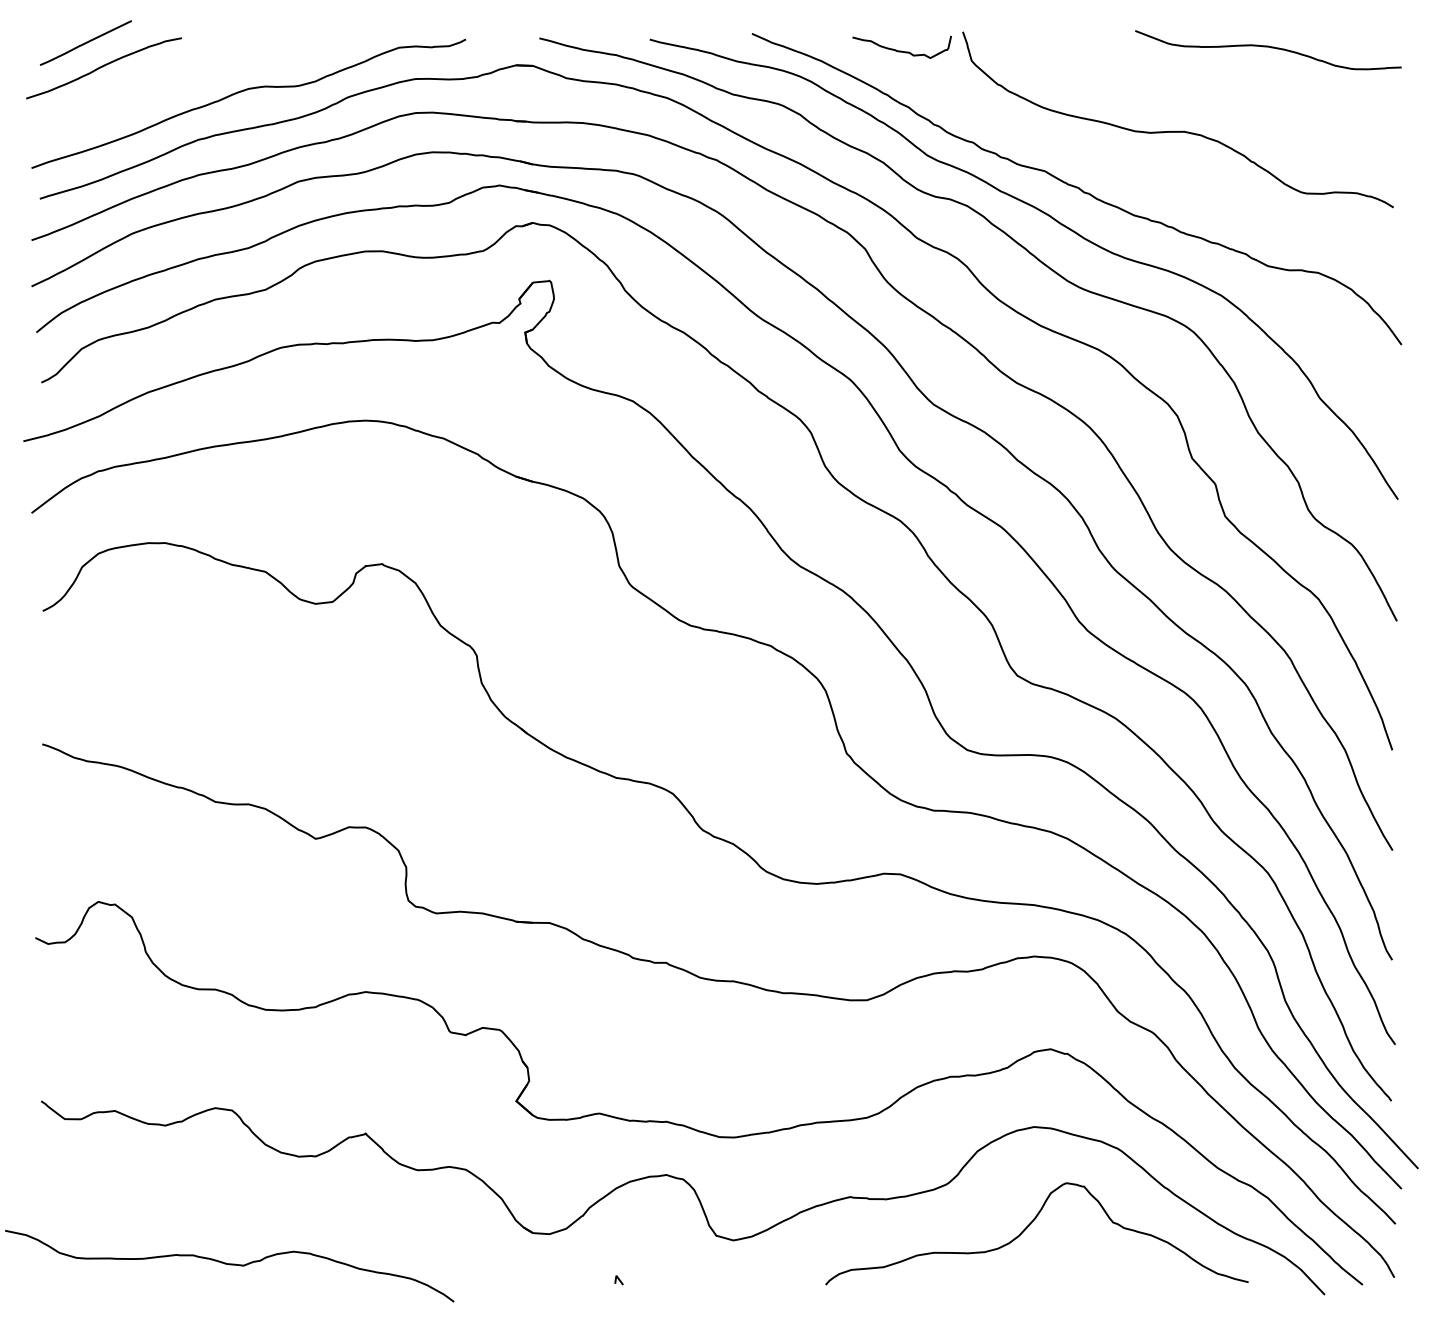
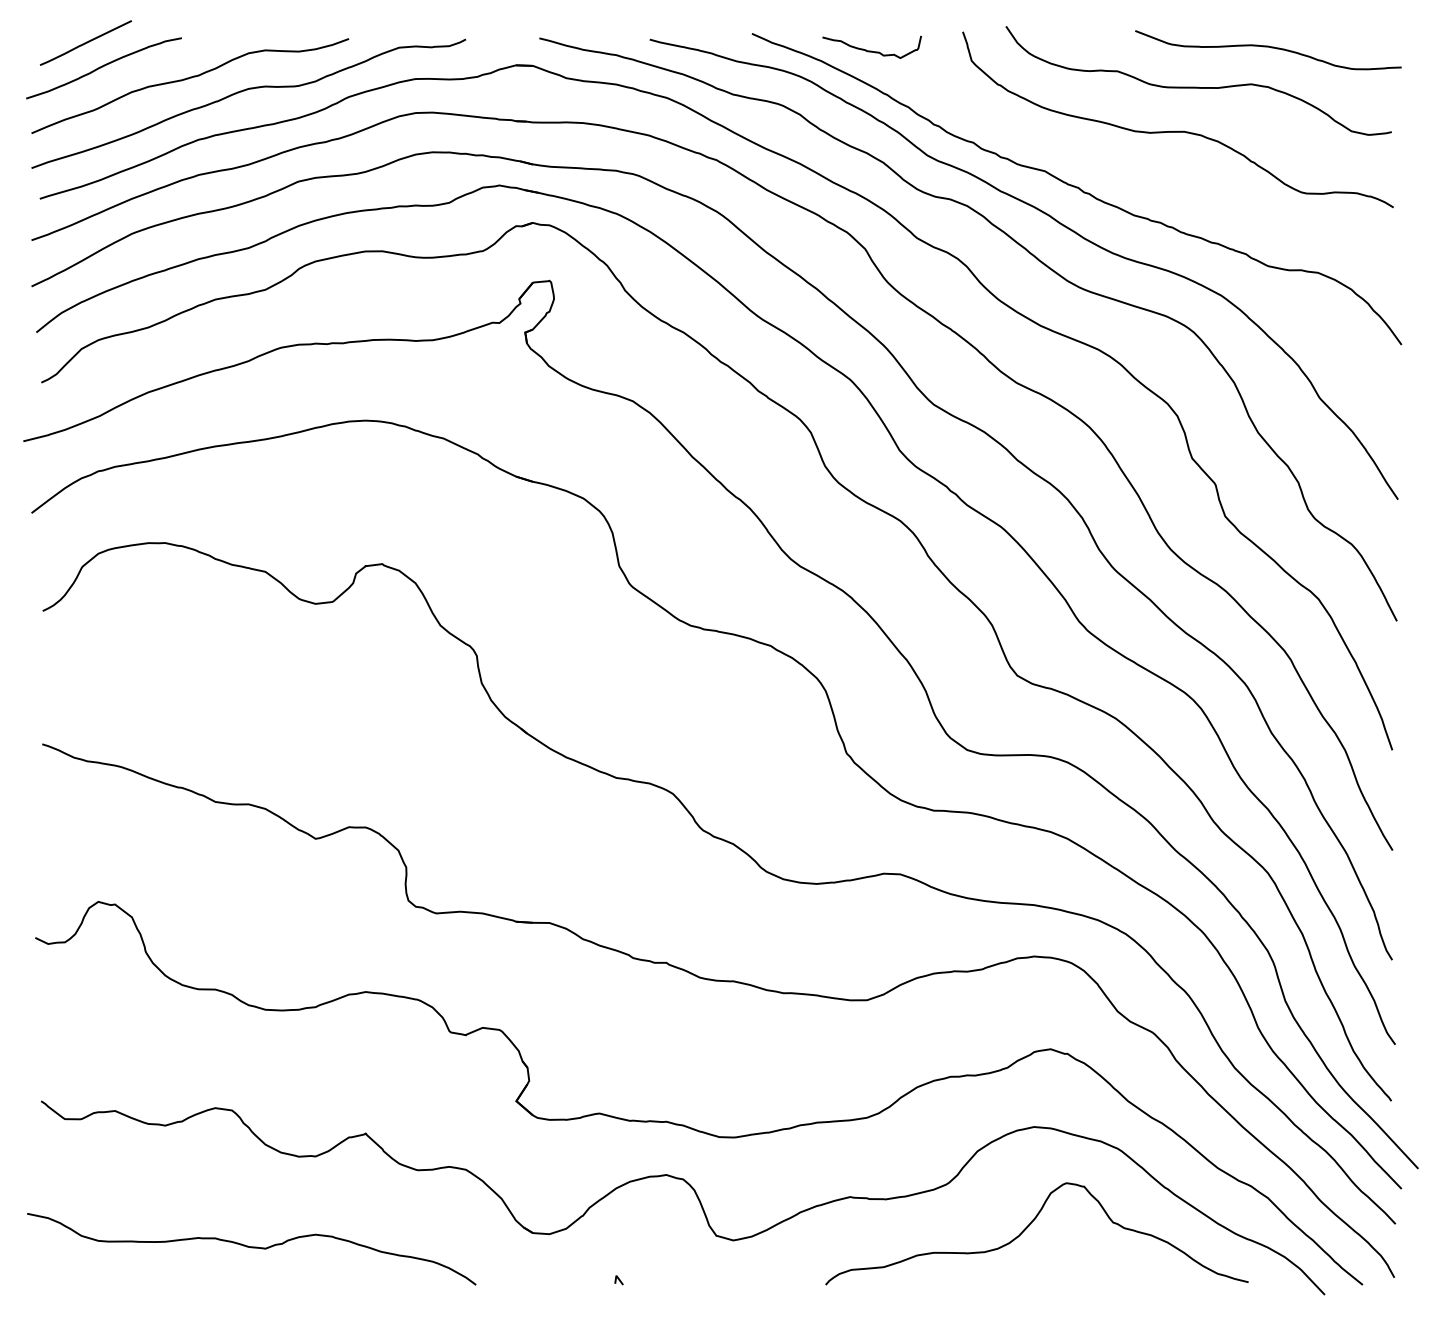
curve at (901, 50) position: (901, 50) -> (871, 50)
curve at (188, 79): none -> present
curve at (1198, 86): none -> present
curve at (229, 1265) position: (229, 1265) -> (251, 1248)
